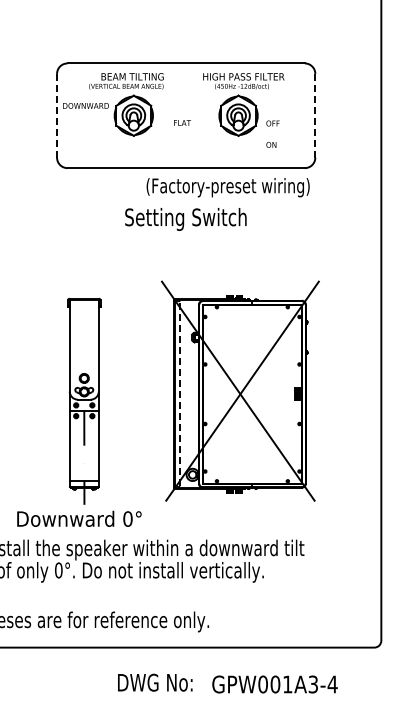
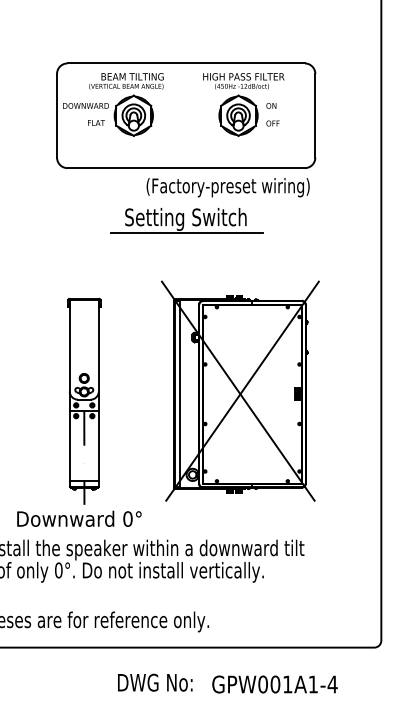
line at (57, 115): dashed -> solid
line at (315, 115): dashed -> solid
text at (182, 122) position: (182, 122) -> (96, 122)
text at (271, 144) position: (271, 144) -> (271, 105)
line at (186, 233): none -> present
line at (179, 393): dashed -> solid
text at (312, 684): GPW001A3-4 -> GPW001A1-4
